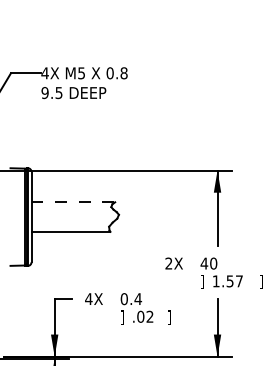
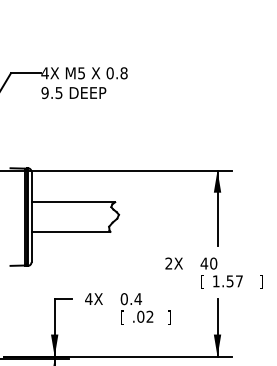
line at (73, 202): dashed -> solid
text at (202, 281): ] -> [
text at (122, 317): ] -> [
